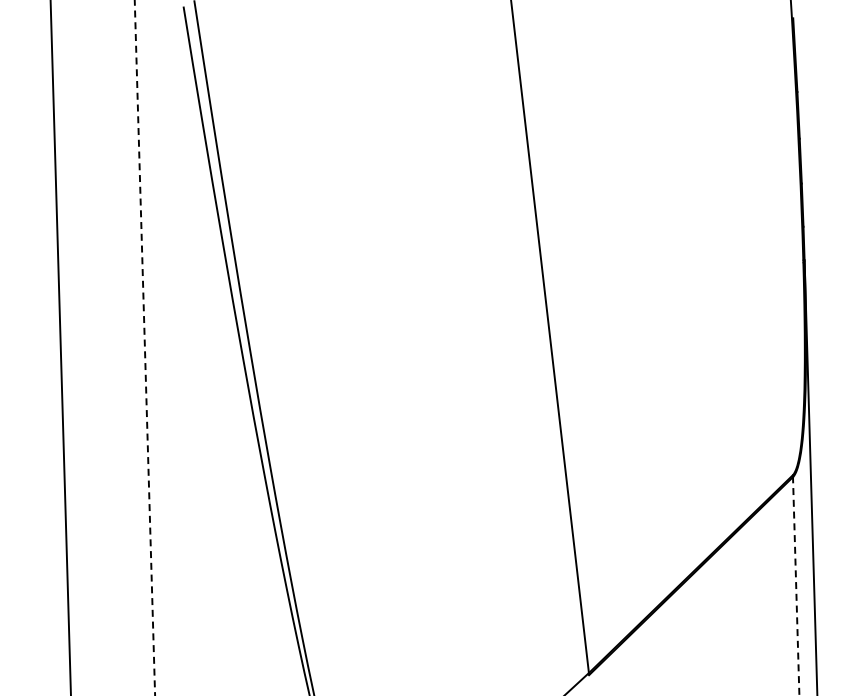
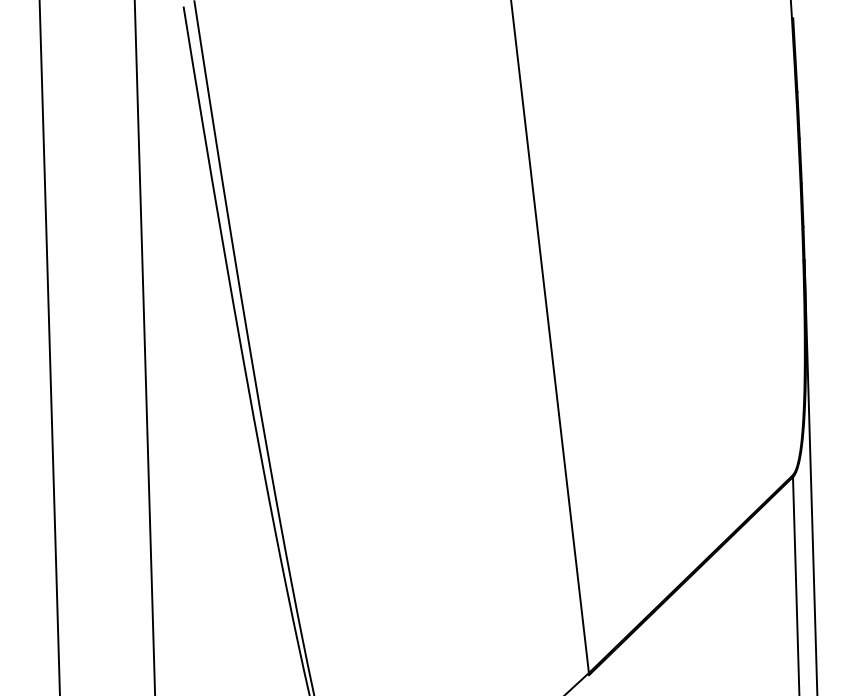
line at (60, 347) position: (60, 347) -> (49, 347)
line at (144, 348): dashed -> solid
line at (796, 586): dashed -> solid
